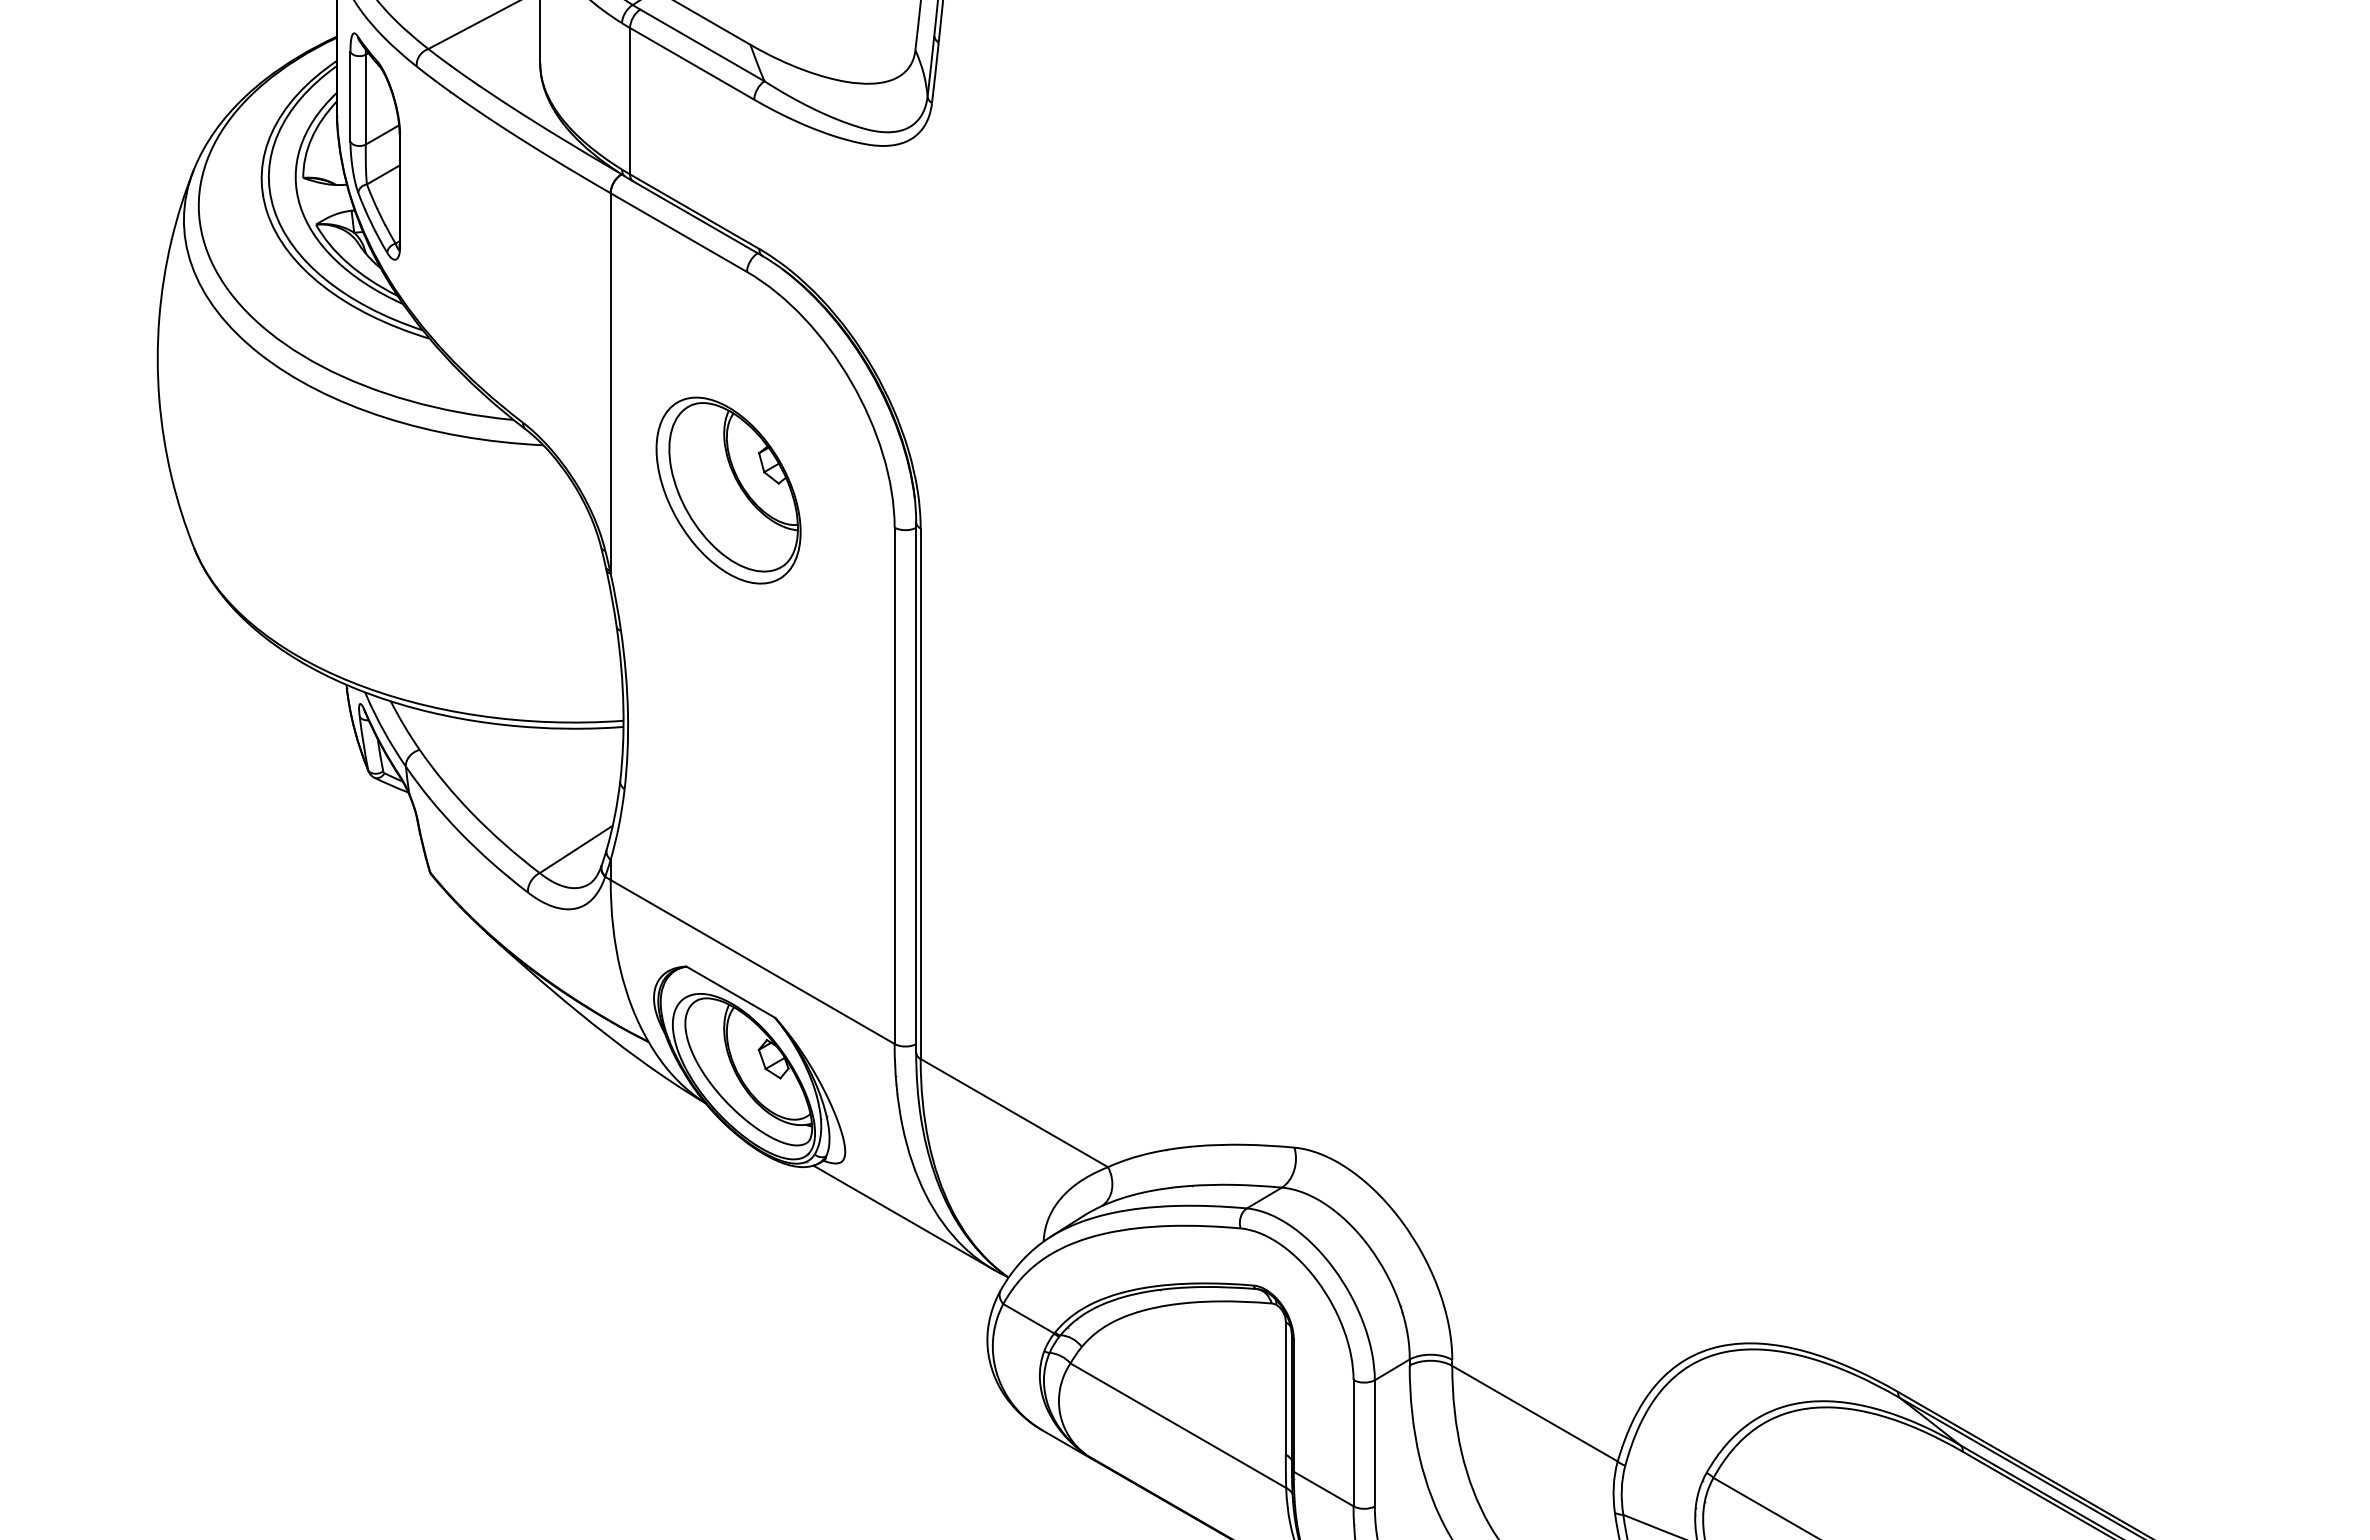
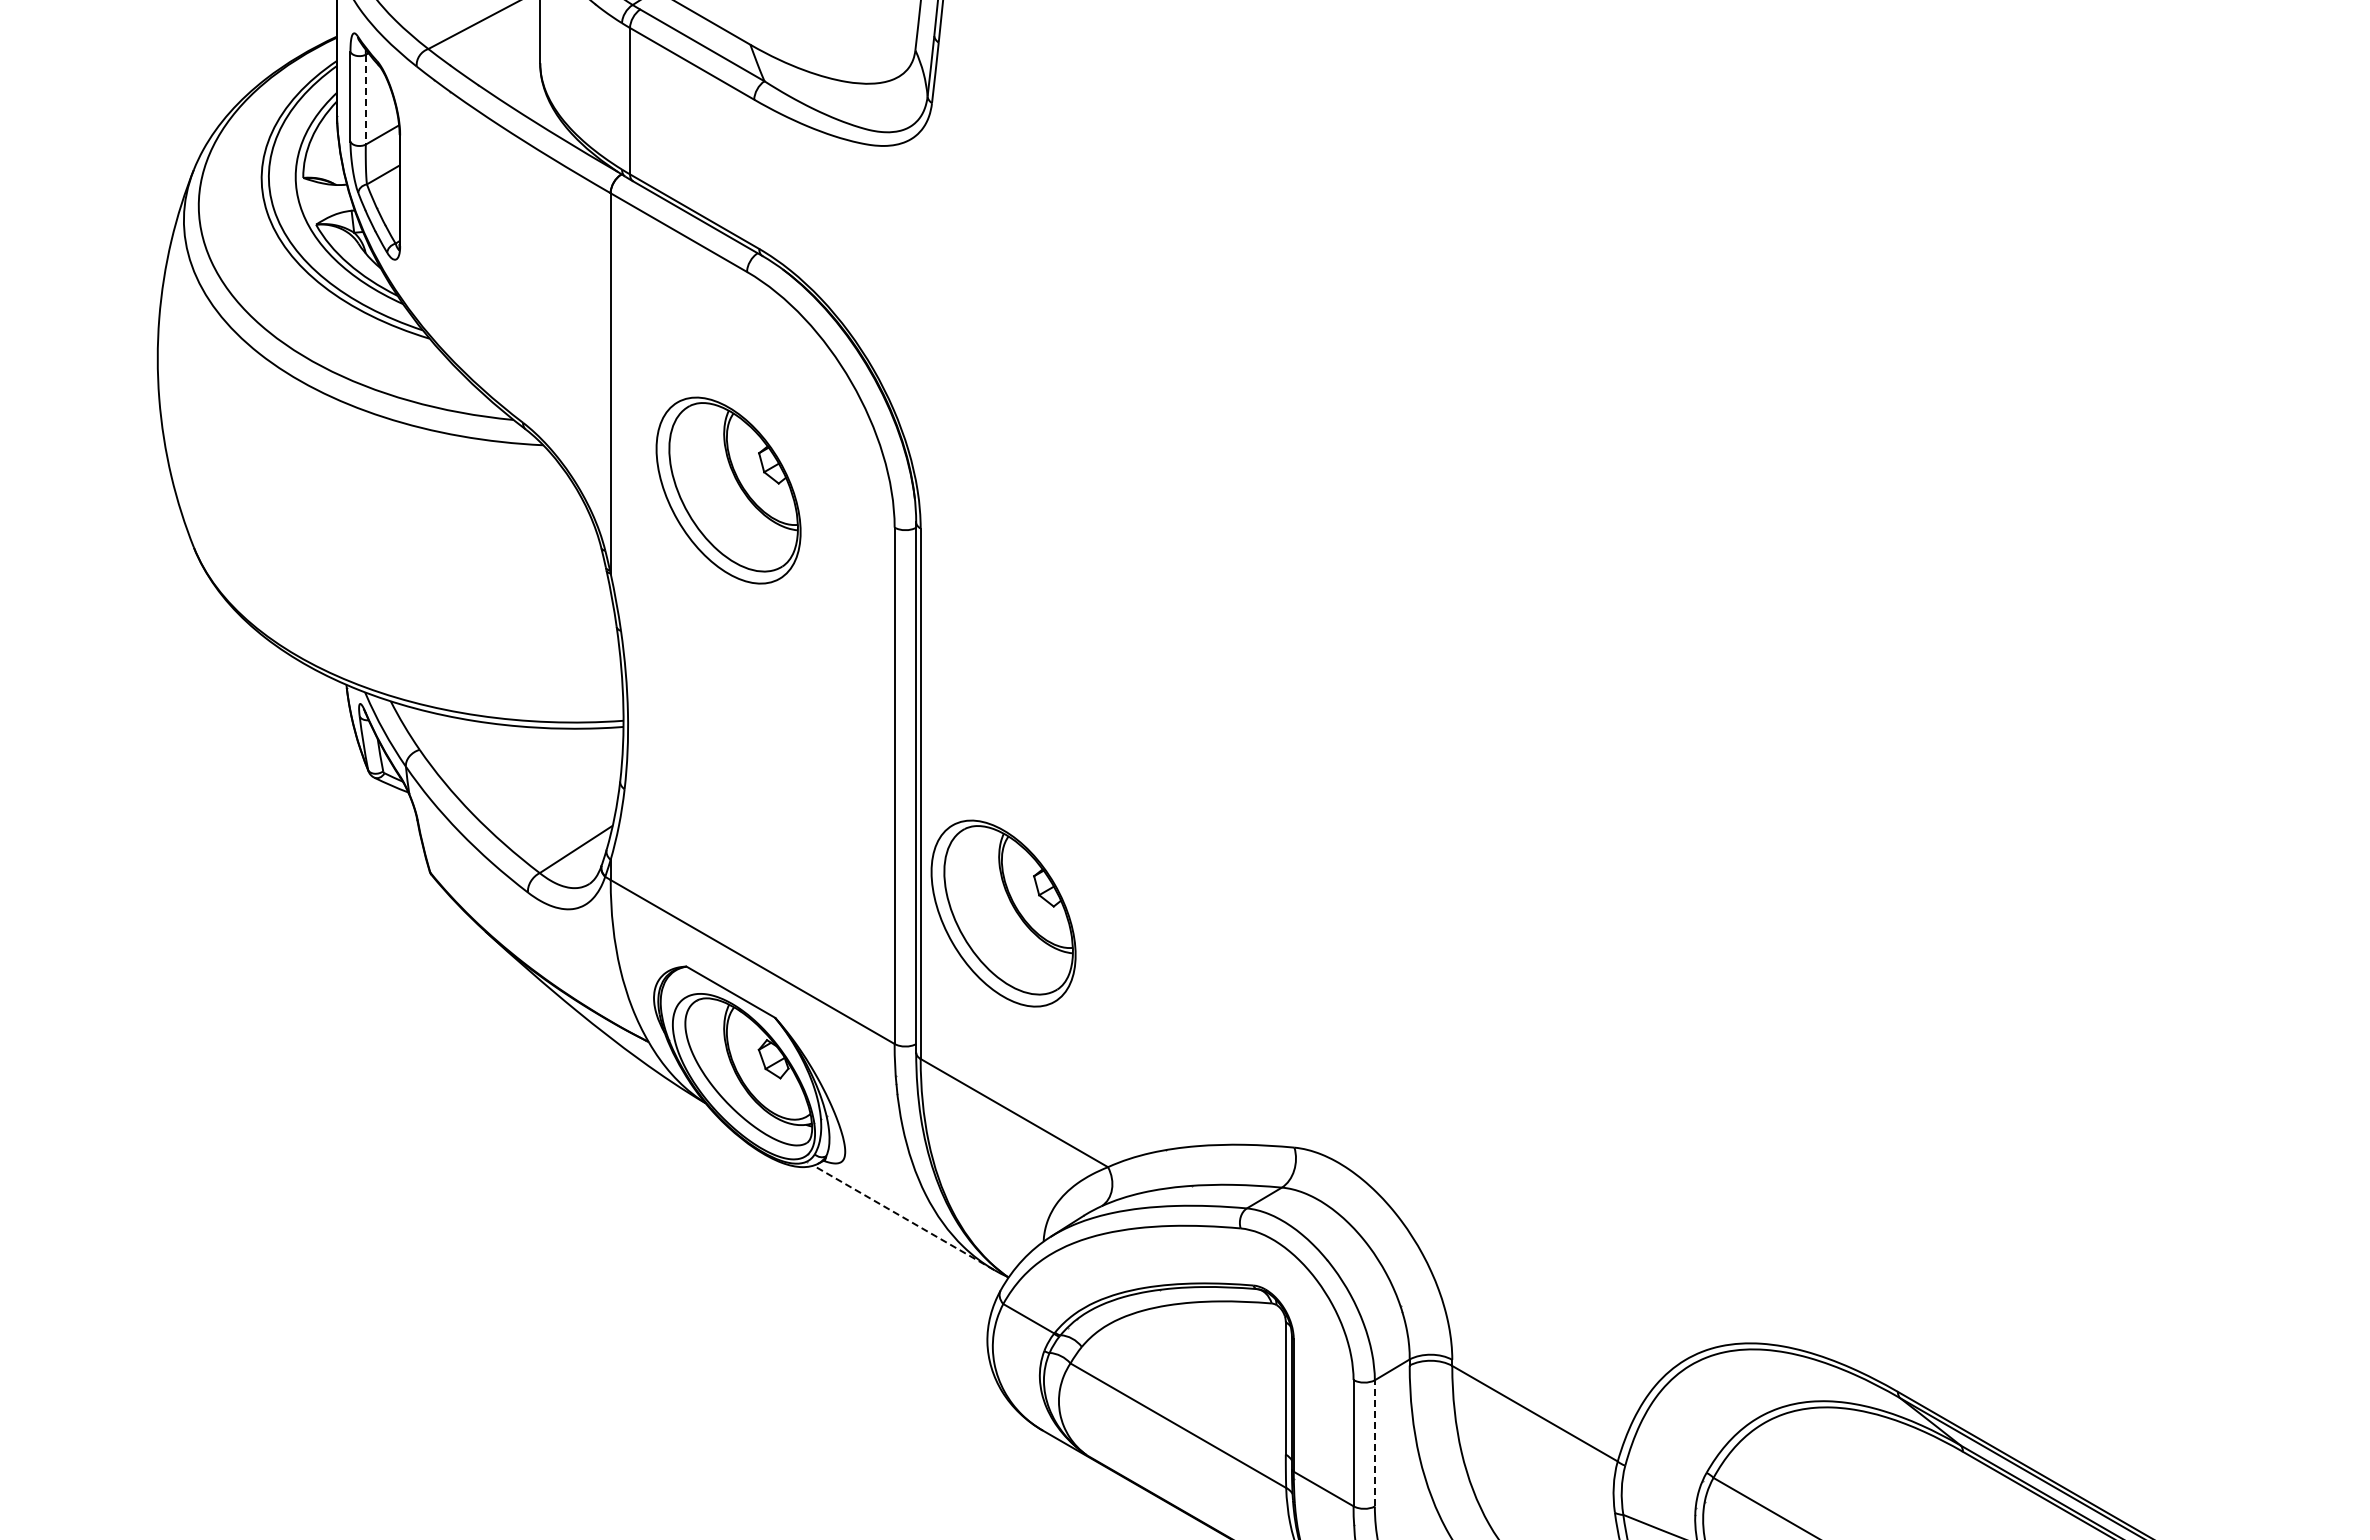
line at (365, 99): solid -> dashed
part at (1003, 913): none -> present
line at (903, 1217): solid -> dashed
line at (1374, 1442): solid -> dashed
